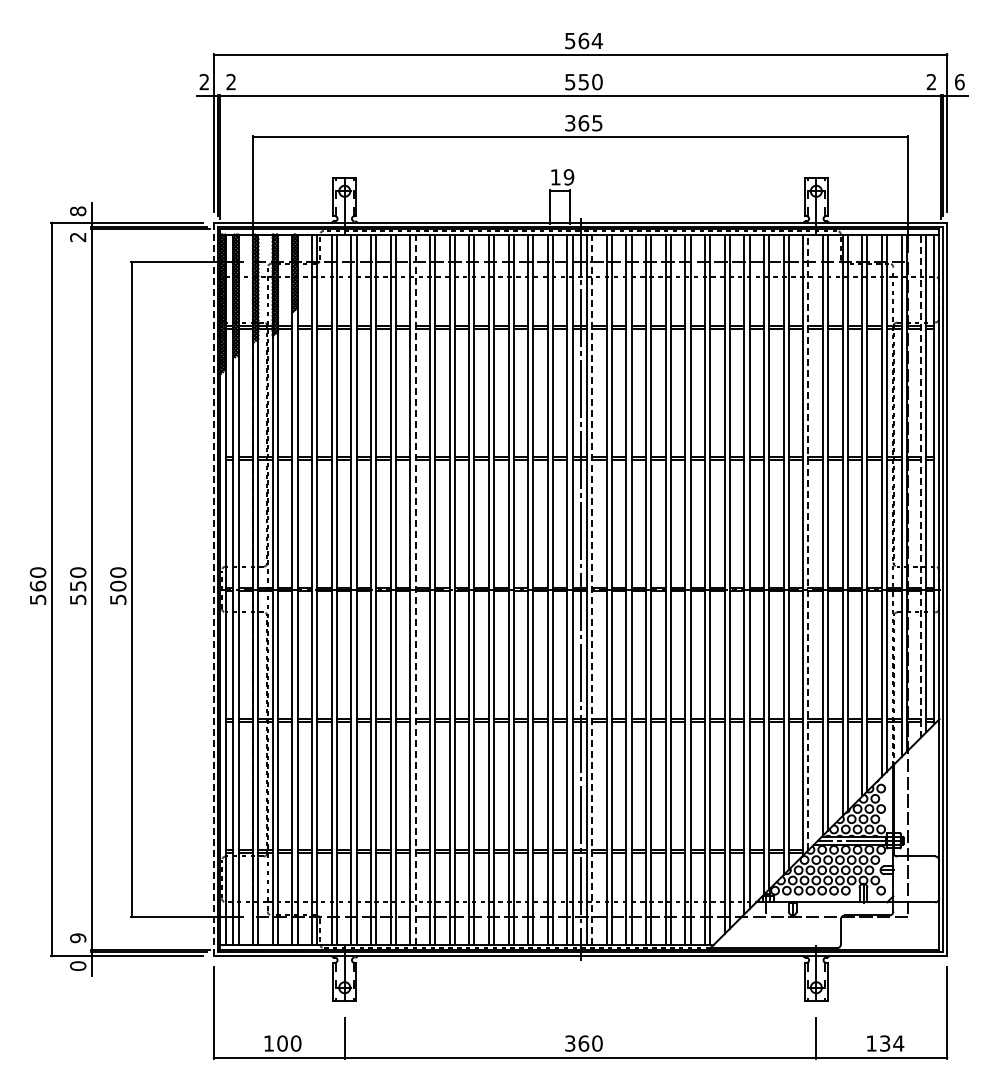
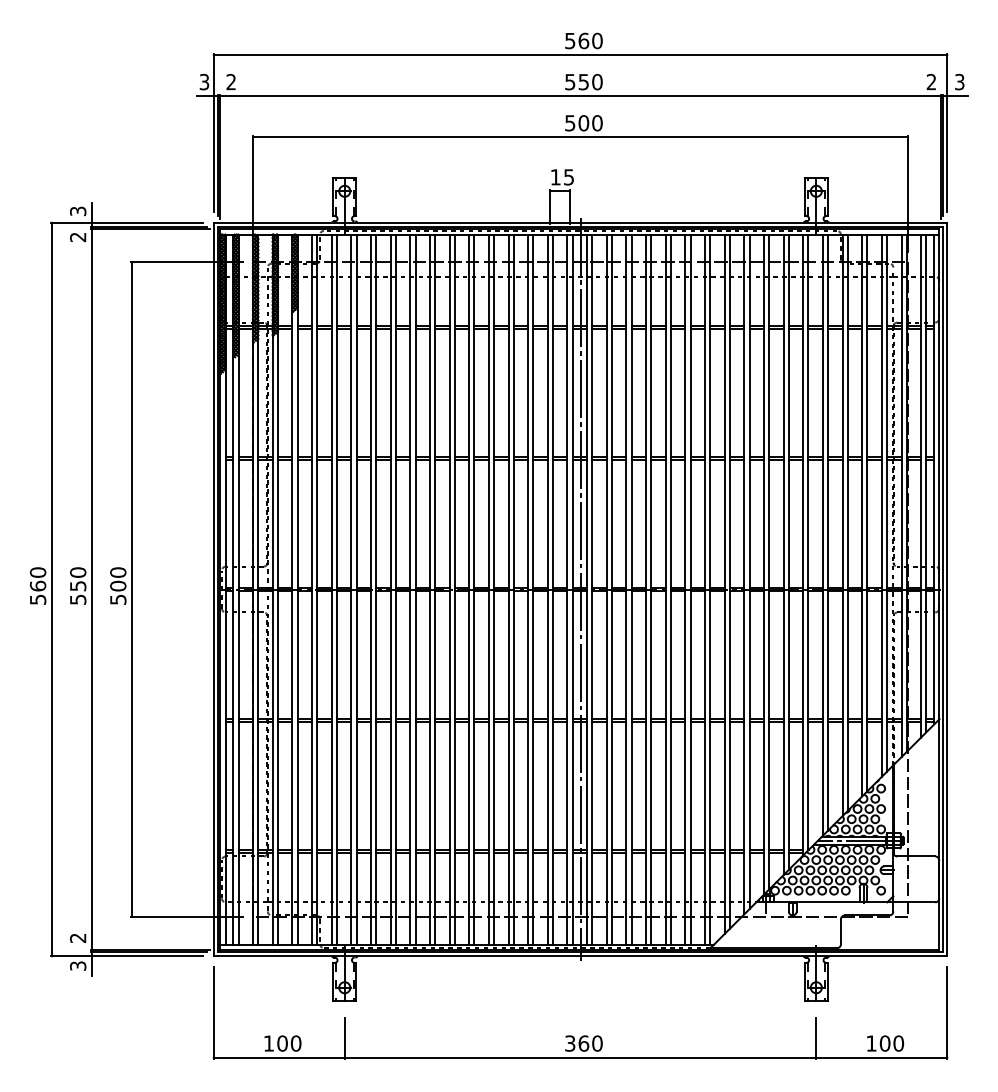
text at (596, 40): 564 -> 560
text at (959, 81): 6 -> 3
text at (204, 82): 2 -> 3
text at (583, 123): 365 -> 500
text at (568, 177): 19 -> 15
text at (78, 211): 8 -> 3
line at (921, 486): dashed -> solid
line at (808, 542): dashed -> solid
line at (213, 589): dashed -> solid
line at (415, 589): dashed -> solid
line at (592, 589): dashed -> solid
text at (78, 938): 9 -> 2
text at (78, 965): 0 -> 3
text at (891, 1043): 134 -> 100
